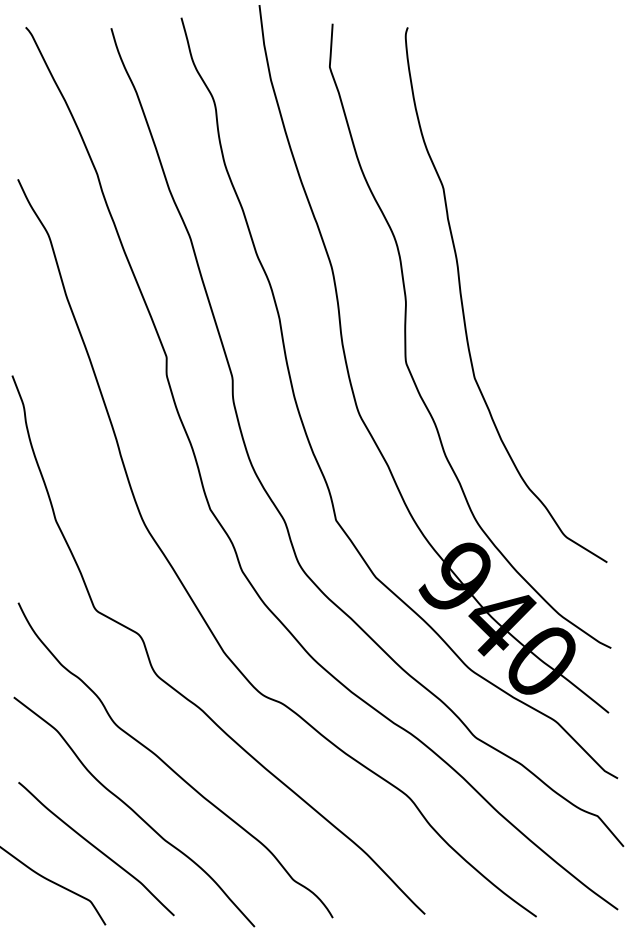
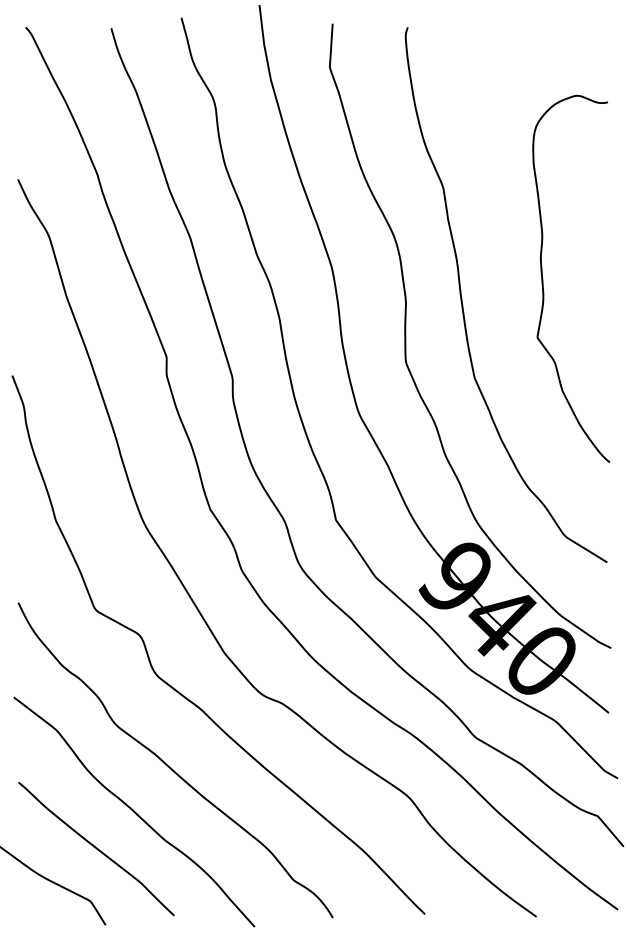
curve at (543, 278): none -> present
